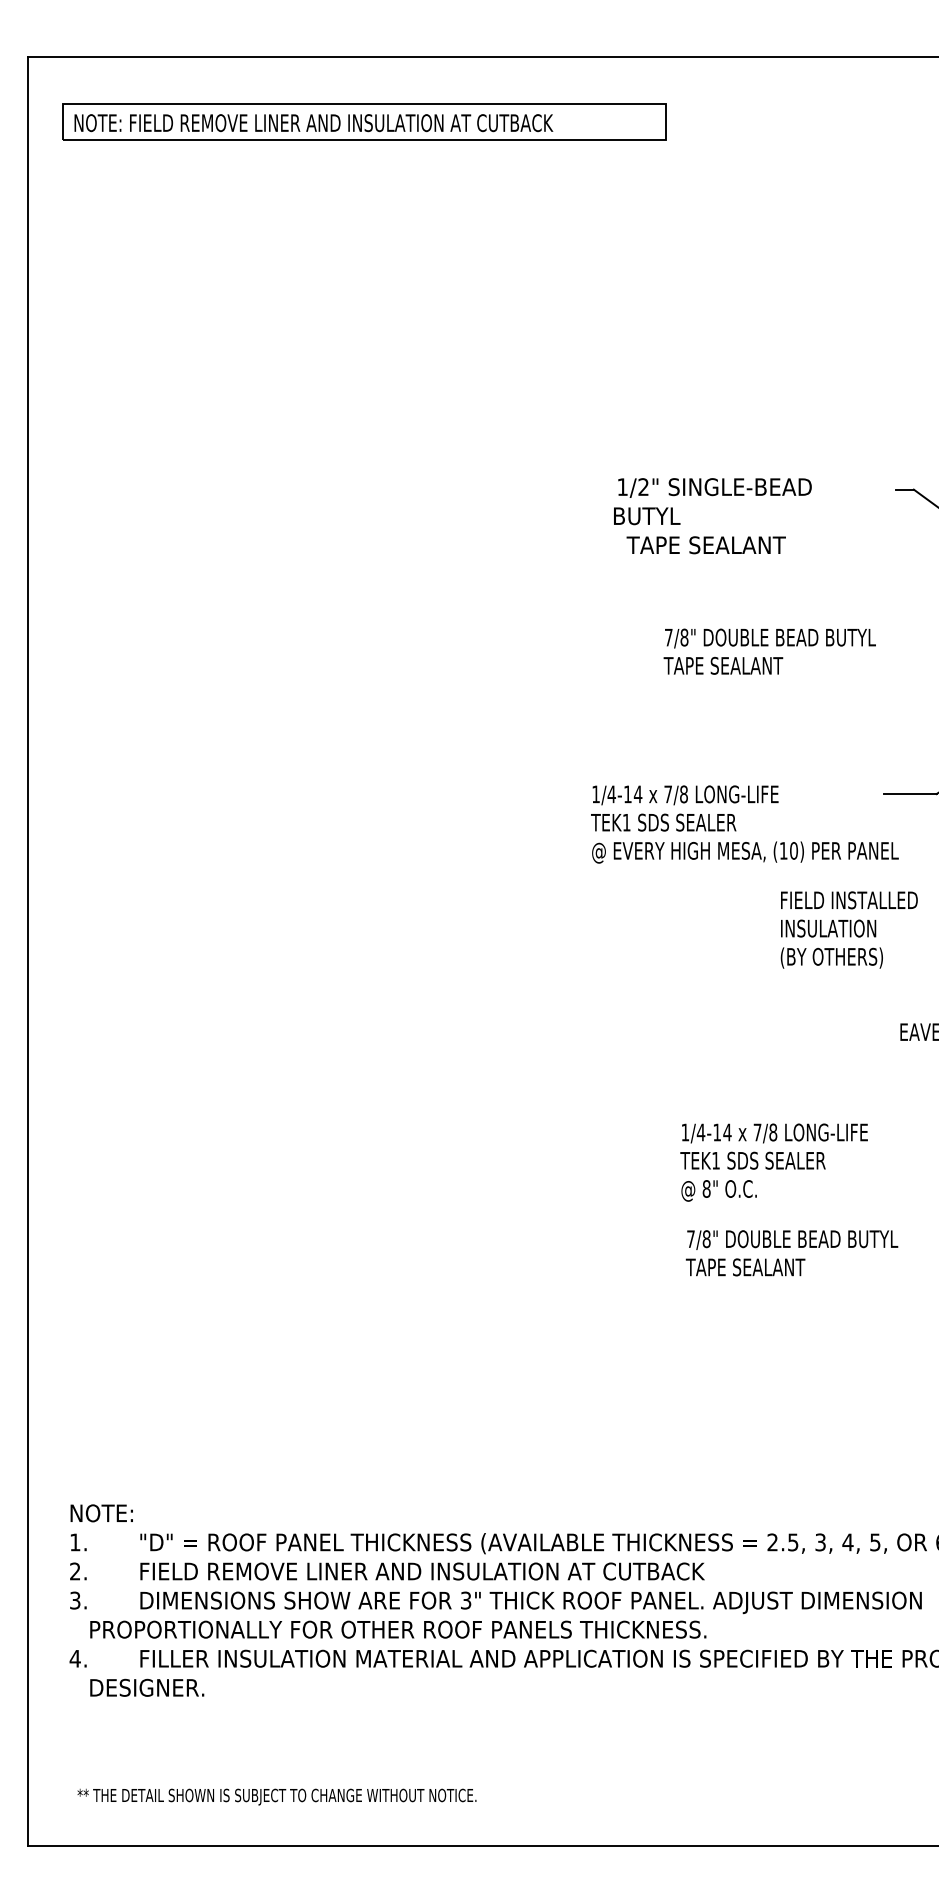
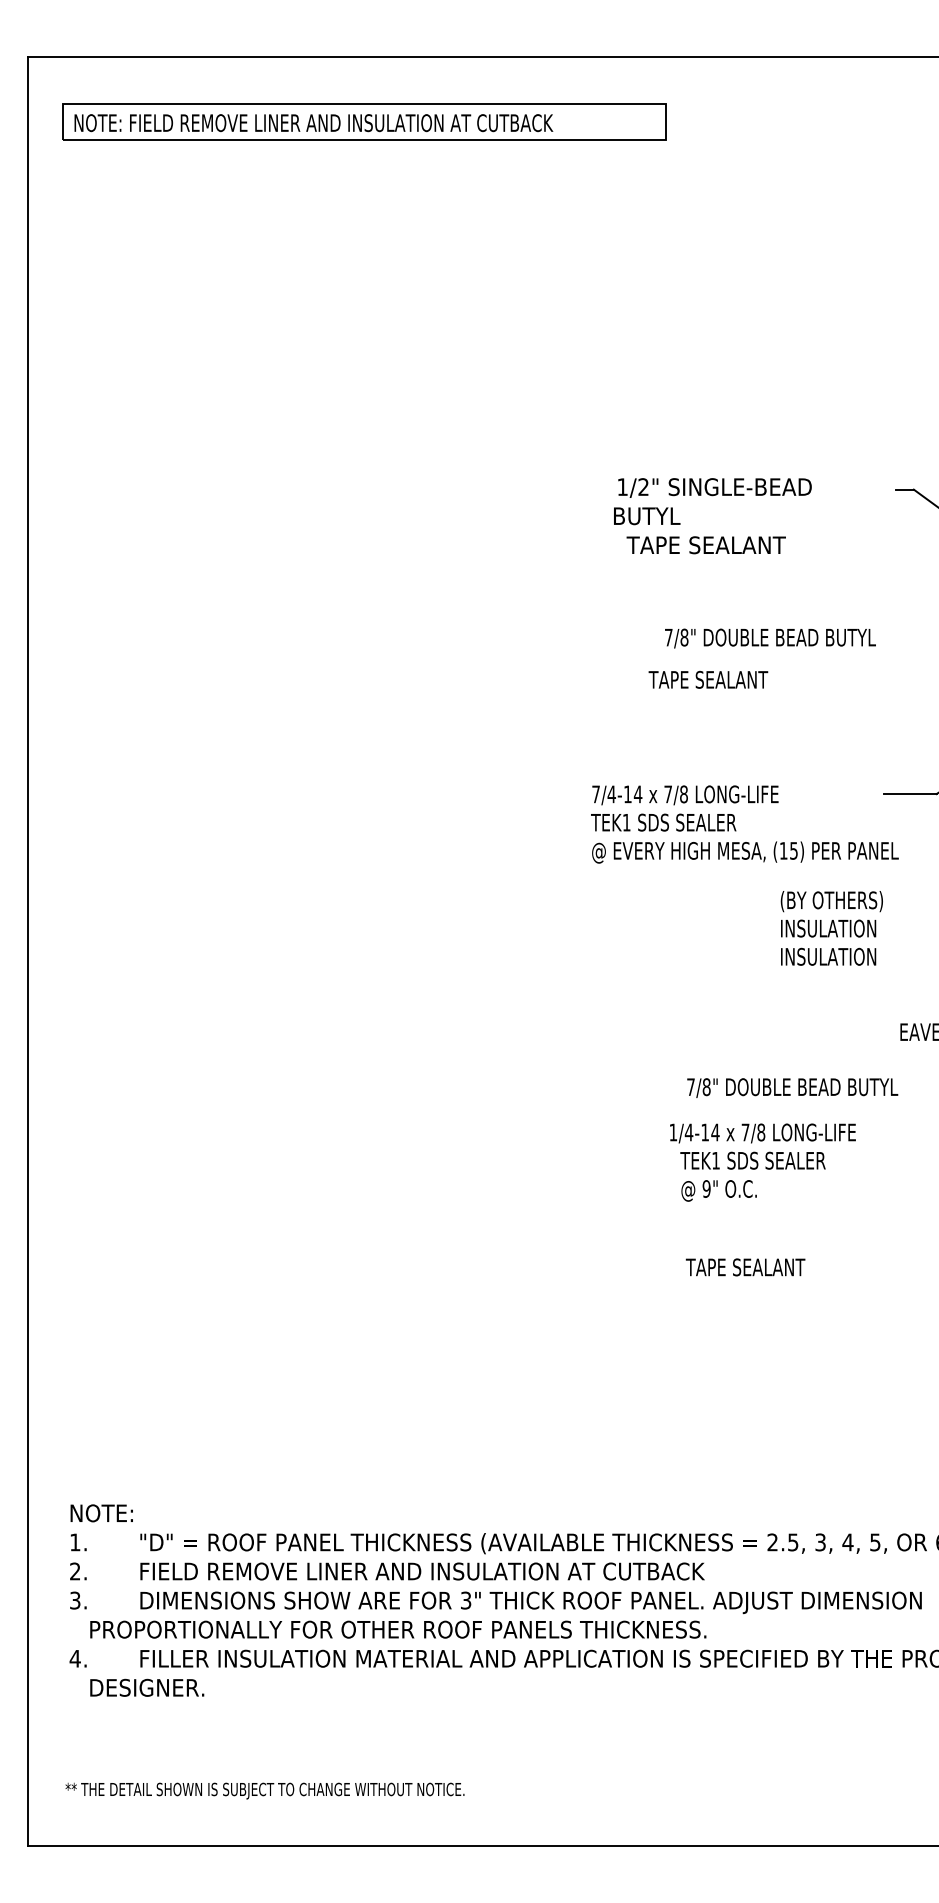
text at (723, 665) position: (723, 665) -> (708, 679)
text at (595, 794): 1/4-14 -> 7/4-14
text at (793, 850): (10) -> (15)
text at (848, 901): FIELD INSTALLED -> (BY OTHERS)
text at (831, 957): (BY OTHERS) -> INSULATION
text at (774, 1133) position: (774, 1133) -> (762, 1133)
text at (706, 1188): 8" -> 9"
text at (792, 1239) position: (792, 1239) -> (792, 1087)
text at (276, 1796) position: (276, 1796) -> (264, 1790)
